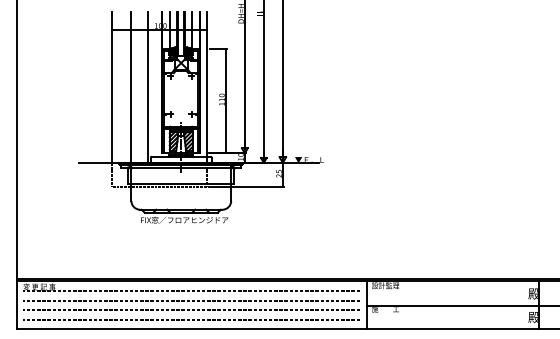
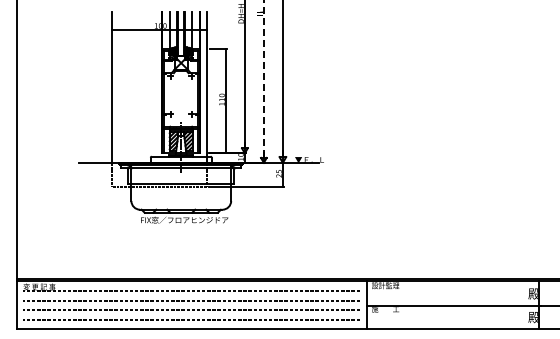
line at (263, 78): solid -> dashed
line at (130, 87): present -> none
line at (147, 87): present -> none
